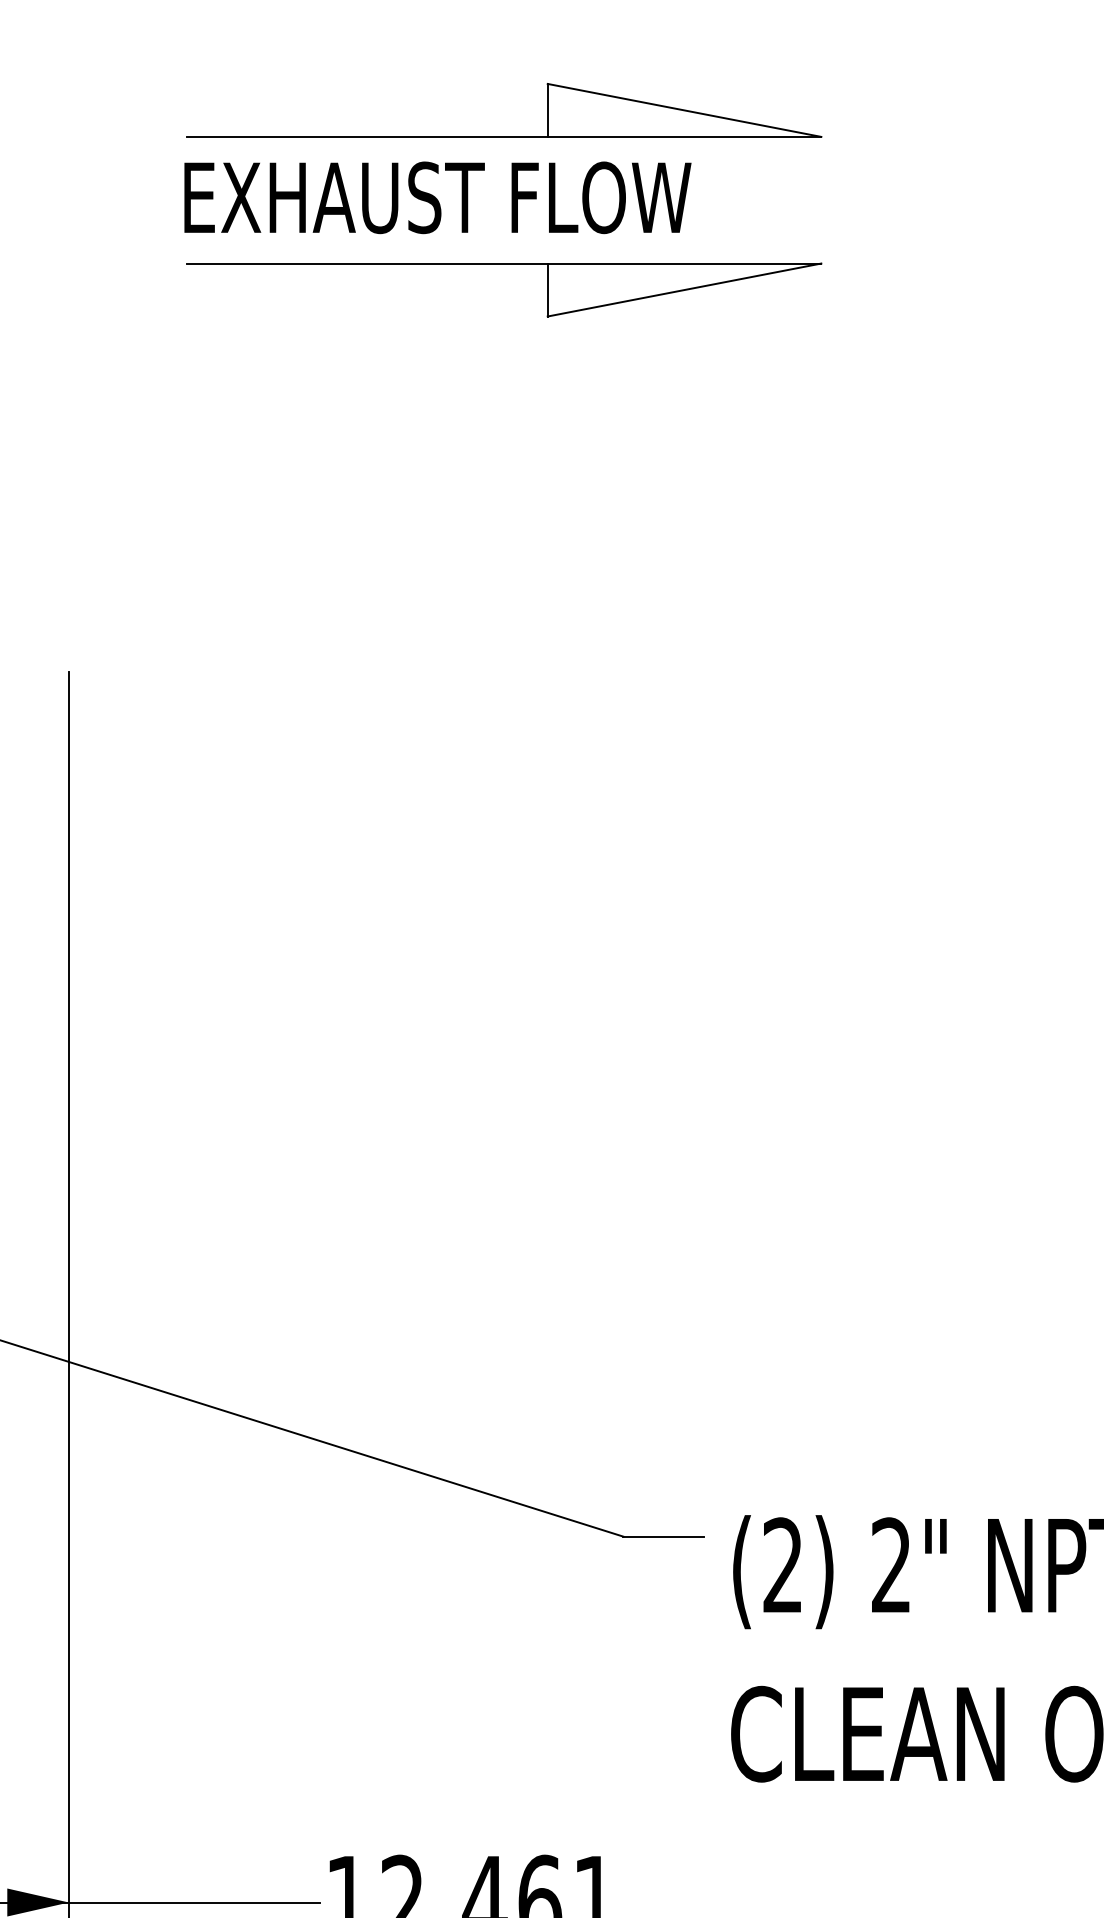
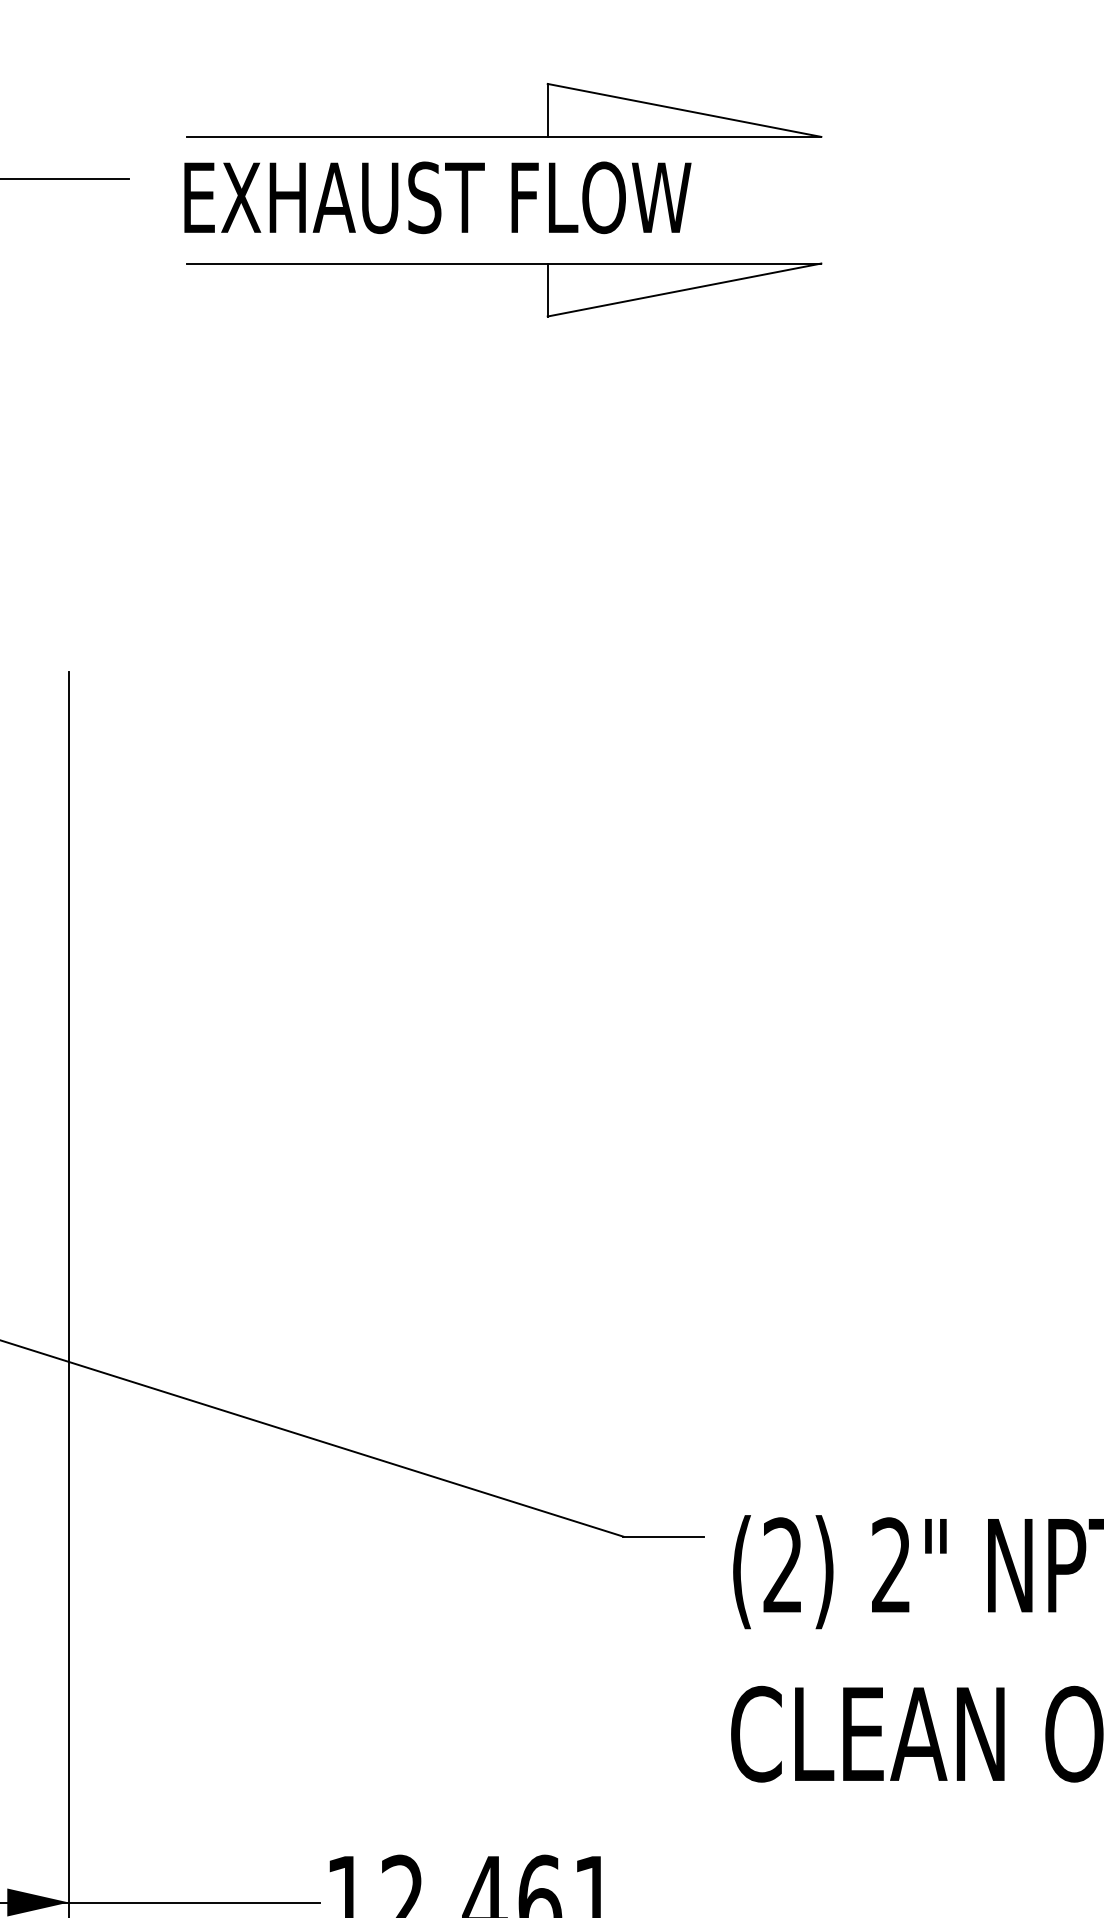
line at (65, 178): none -> present
